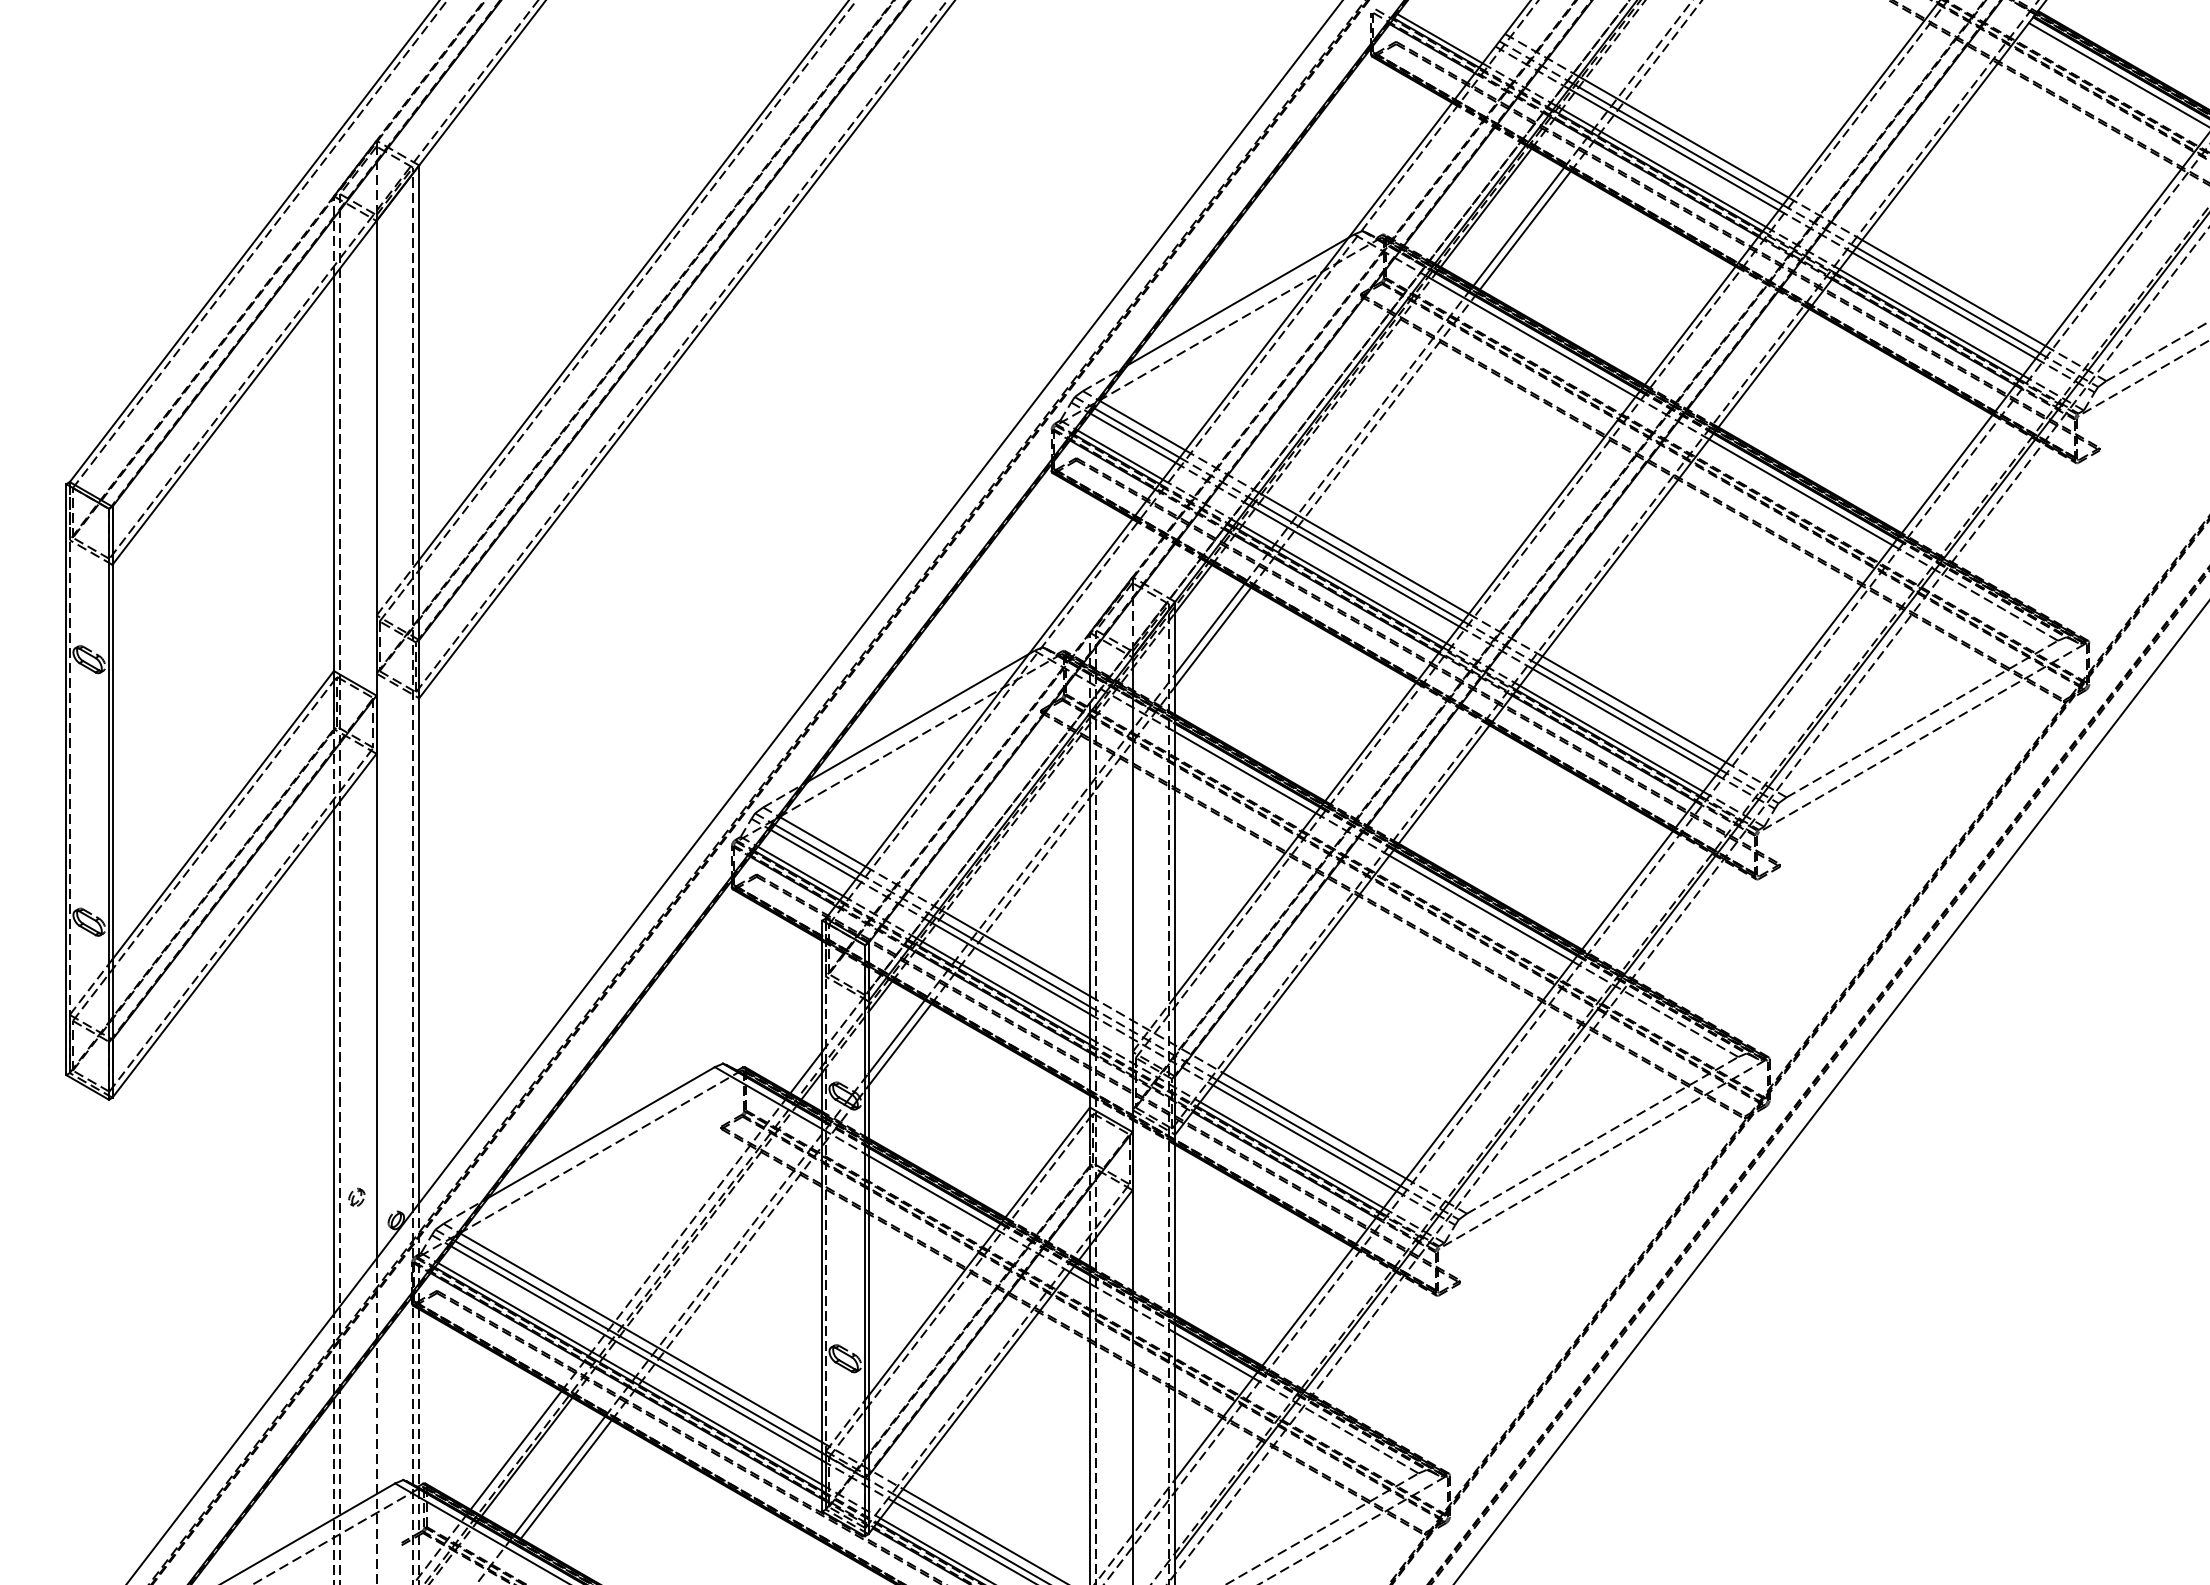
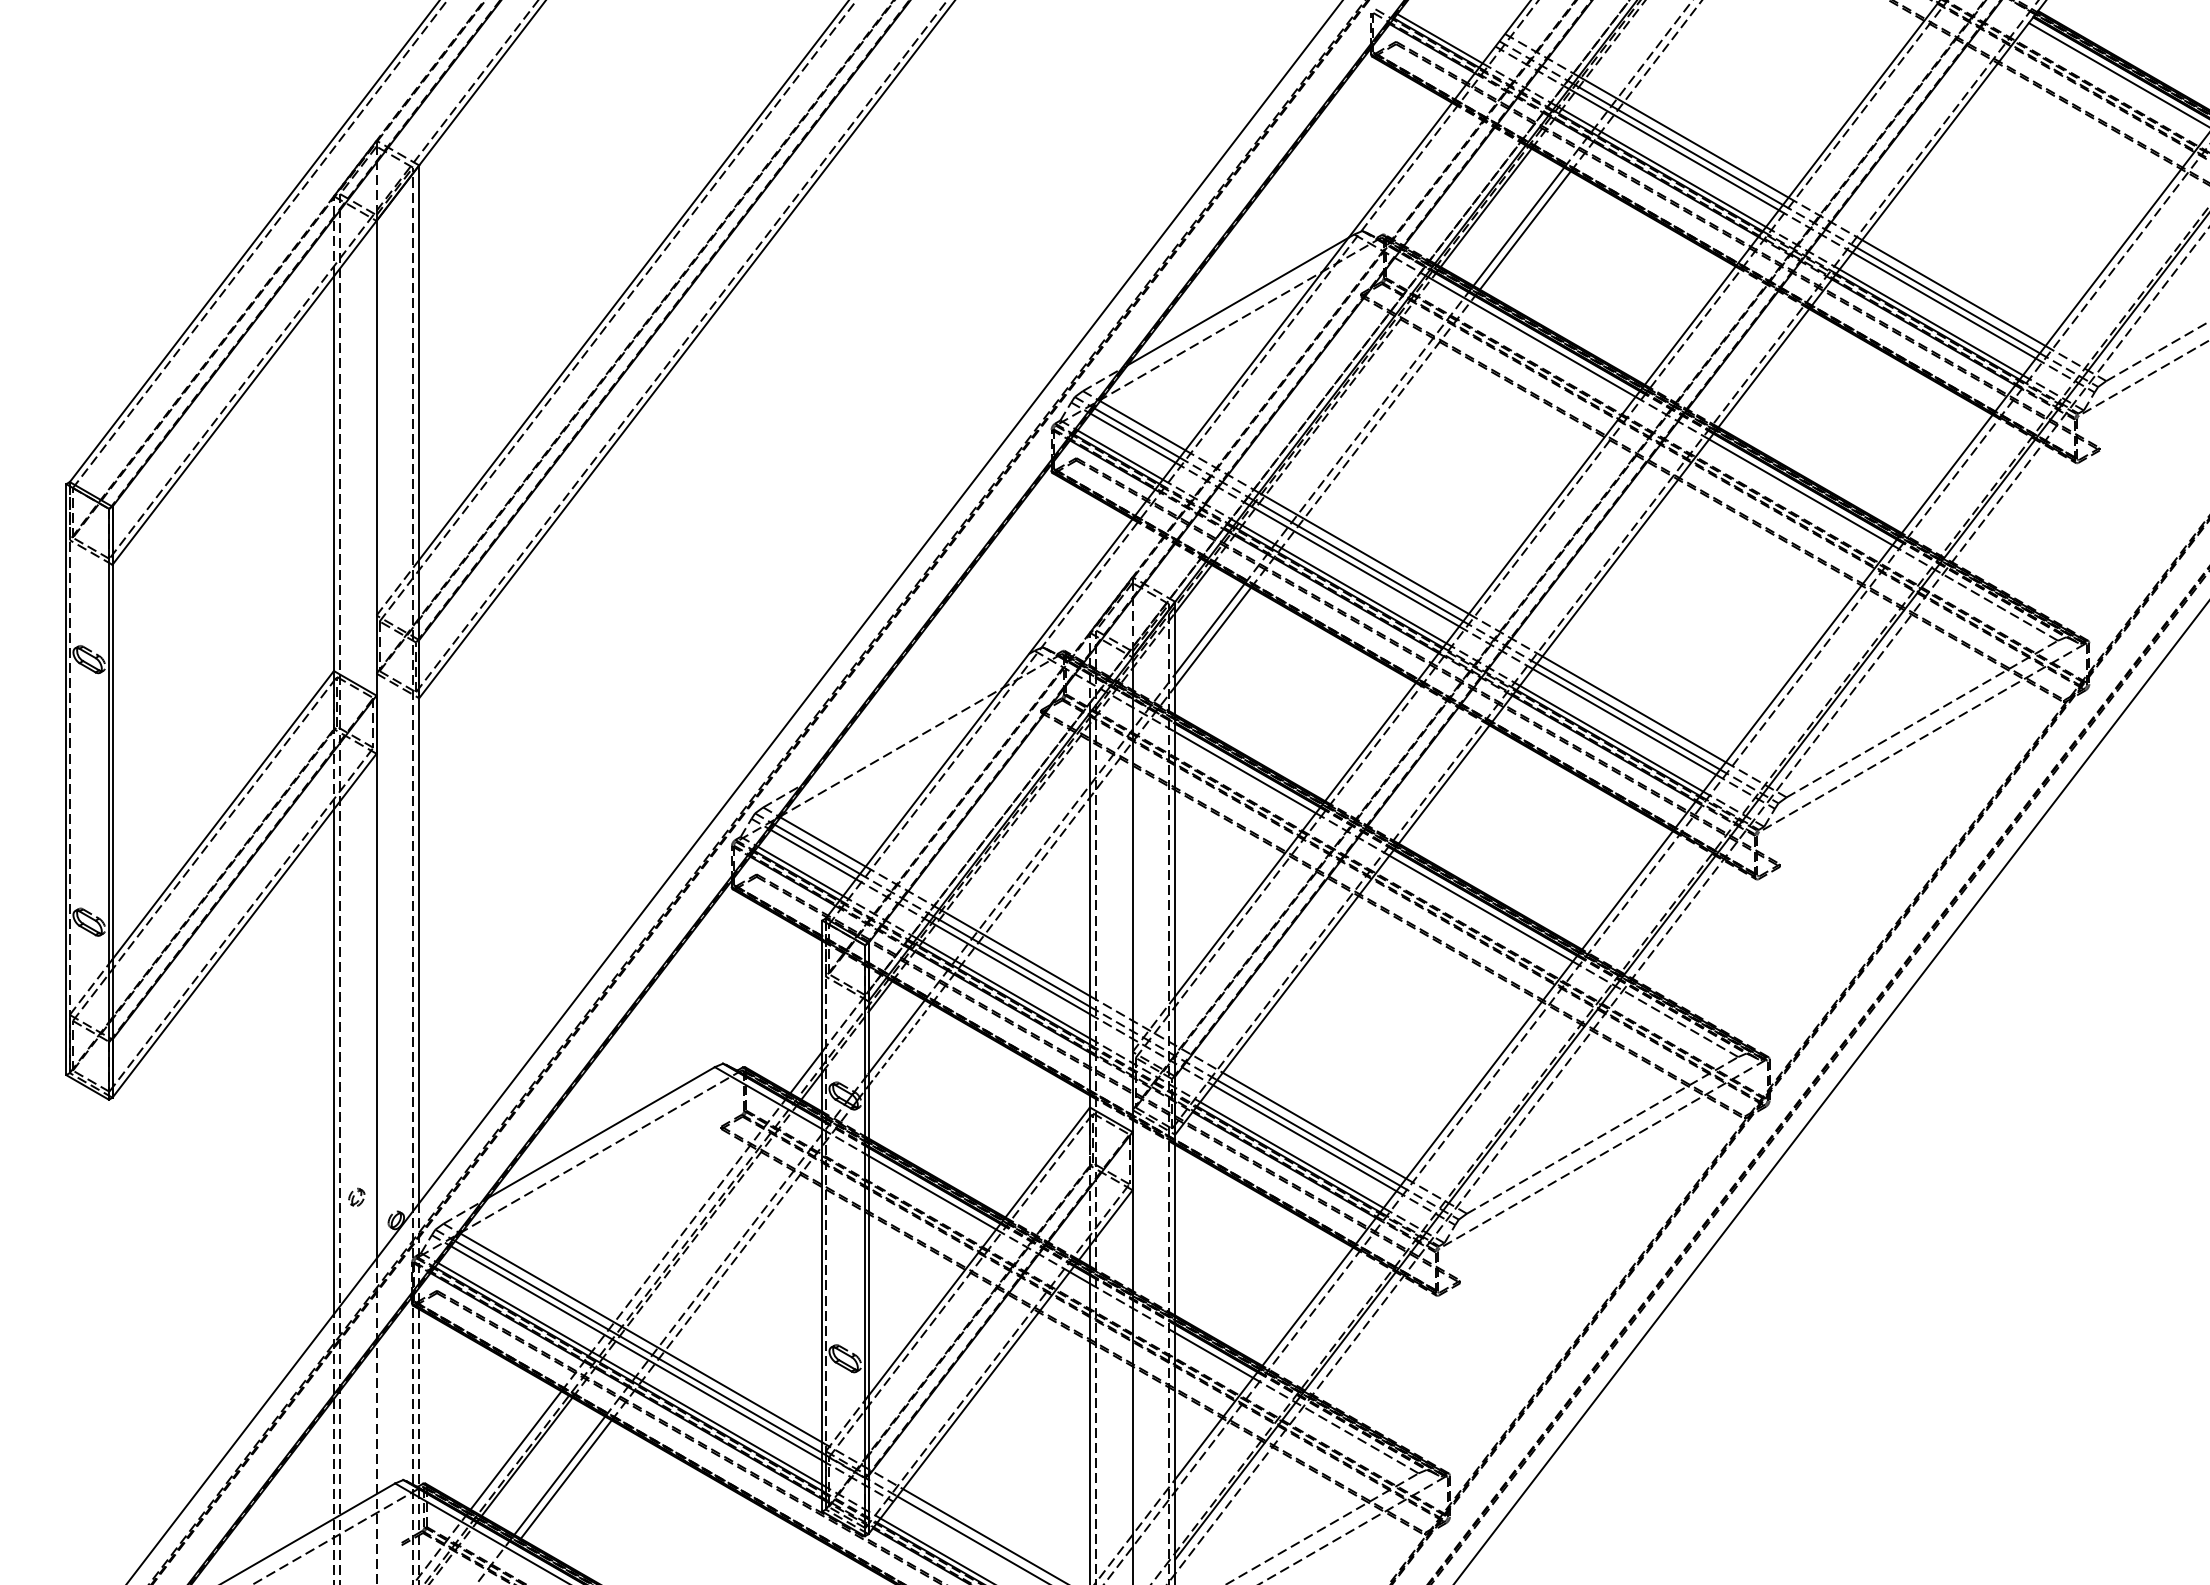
line at (918, 717): present -> none
line at (899, 1045): solid -> dashed
line at (962, 1541): present -> none
